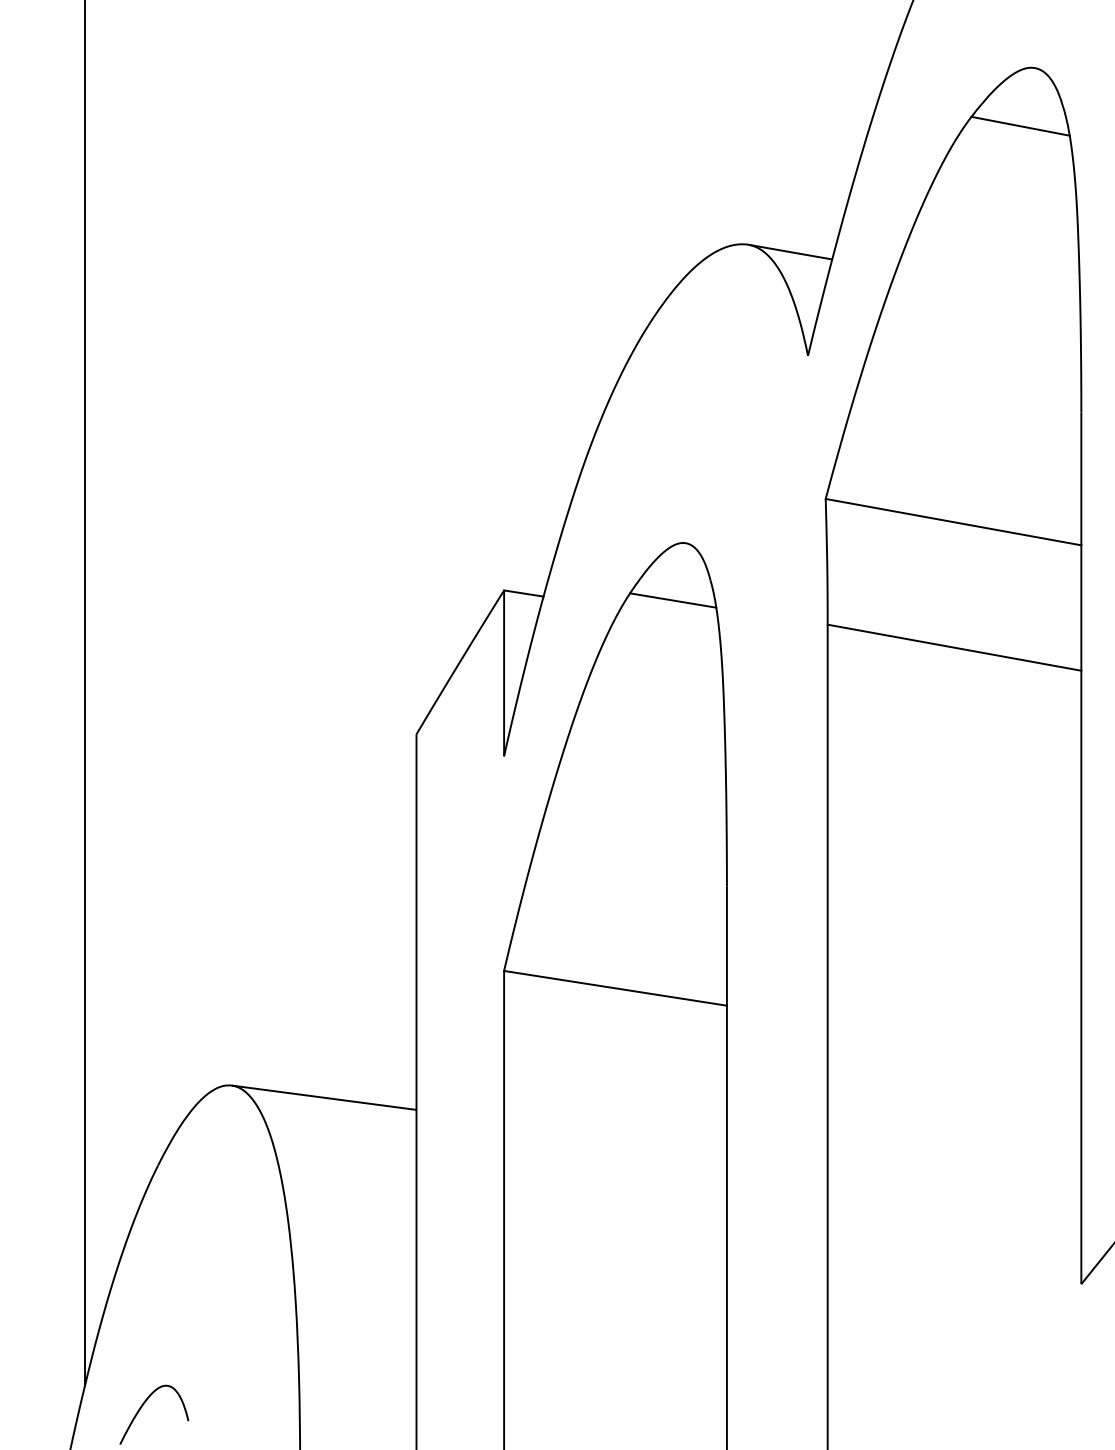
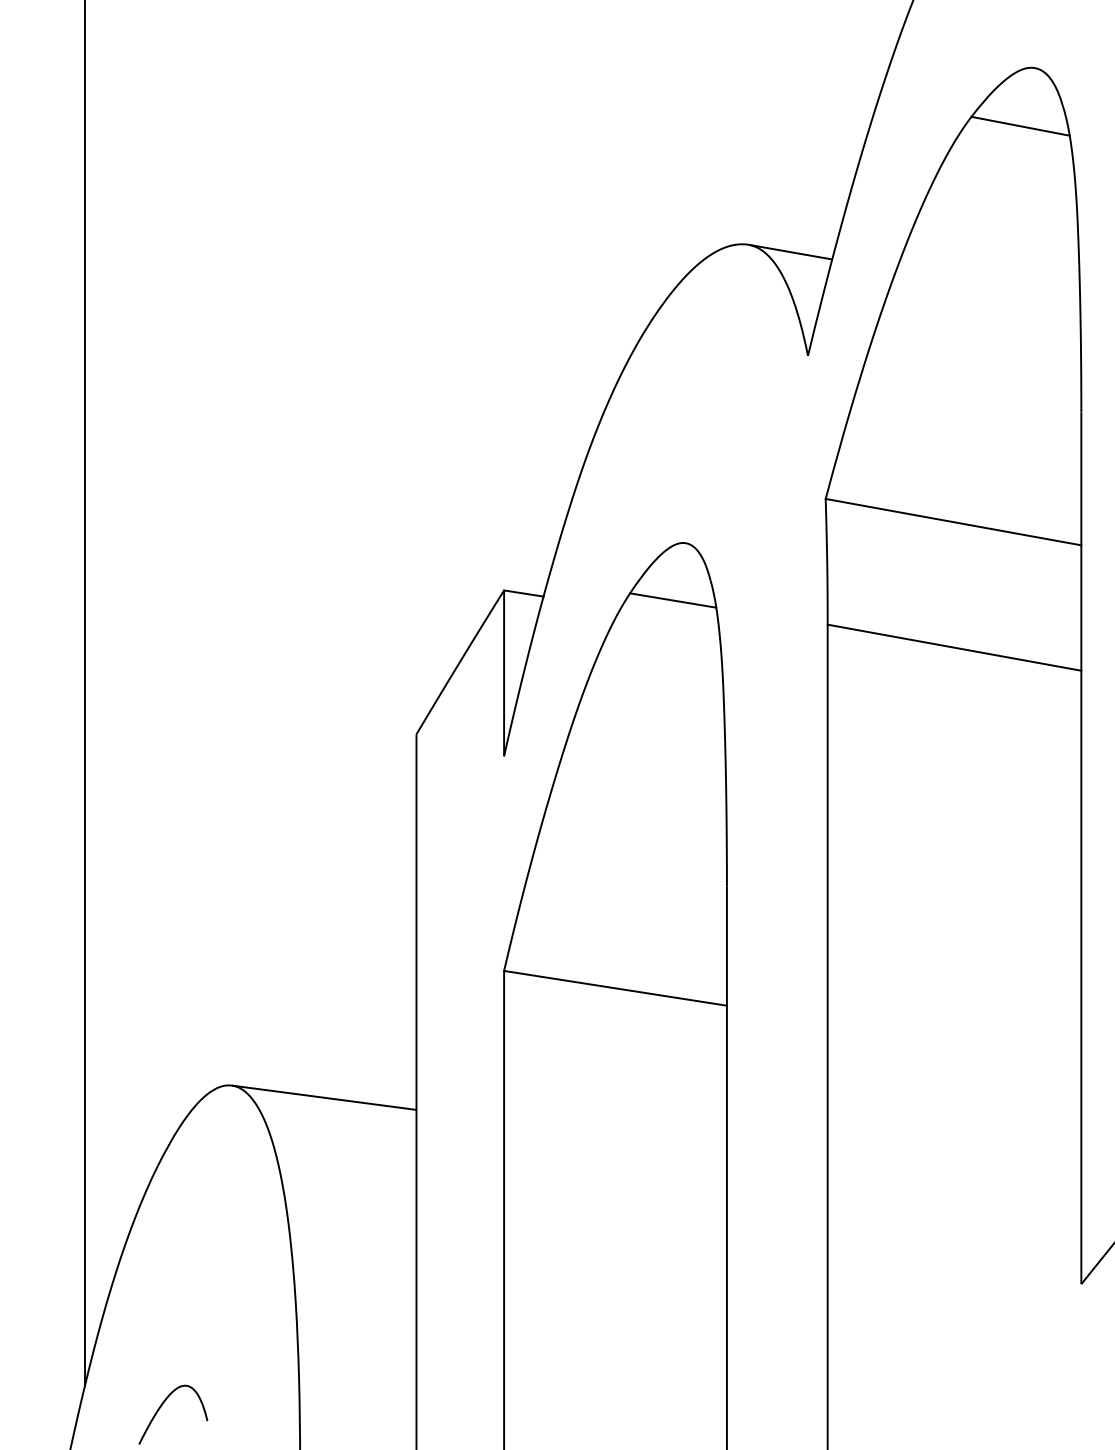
curve at (142, 1407) position: (142, 1407) -> (161, 1407)
